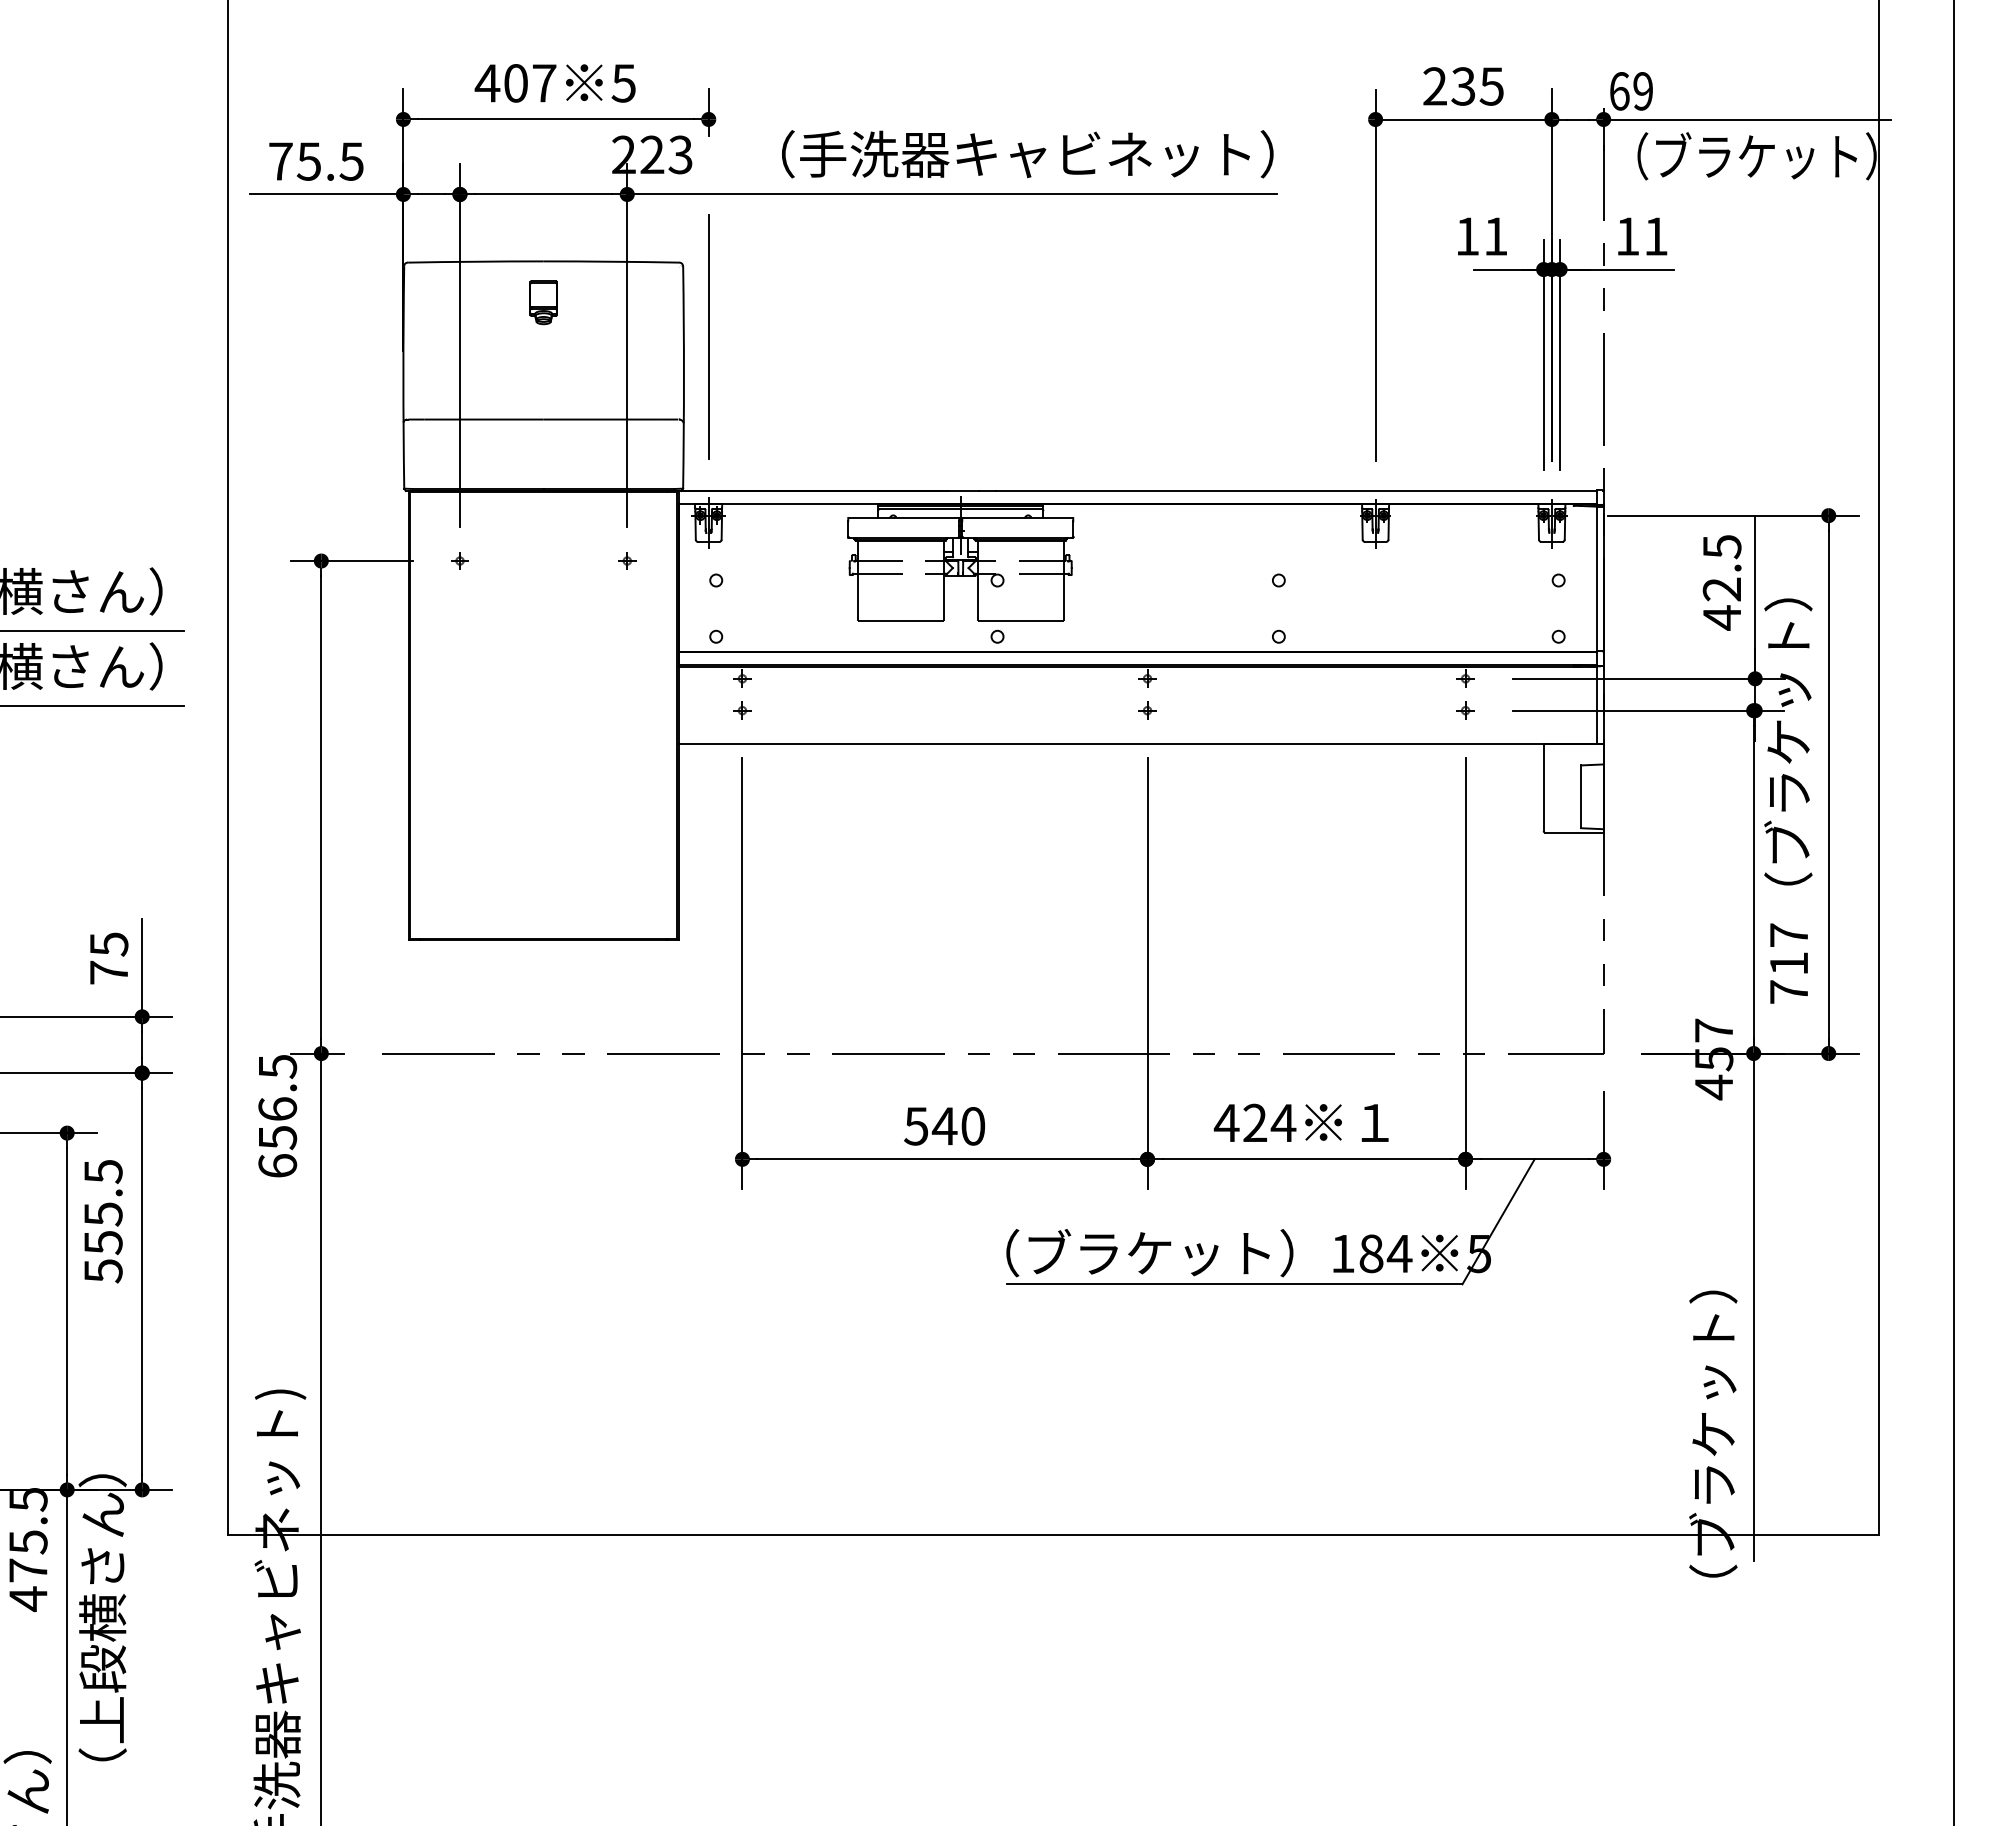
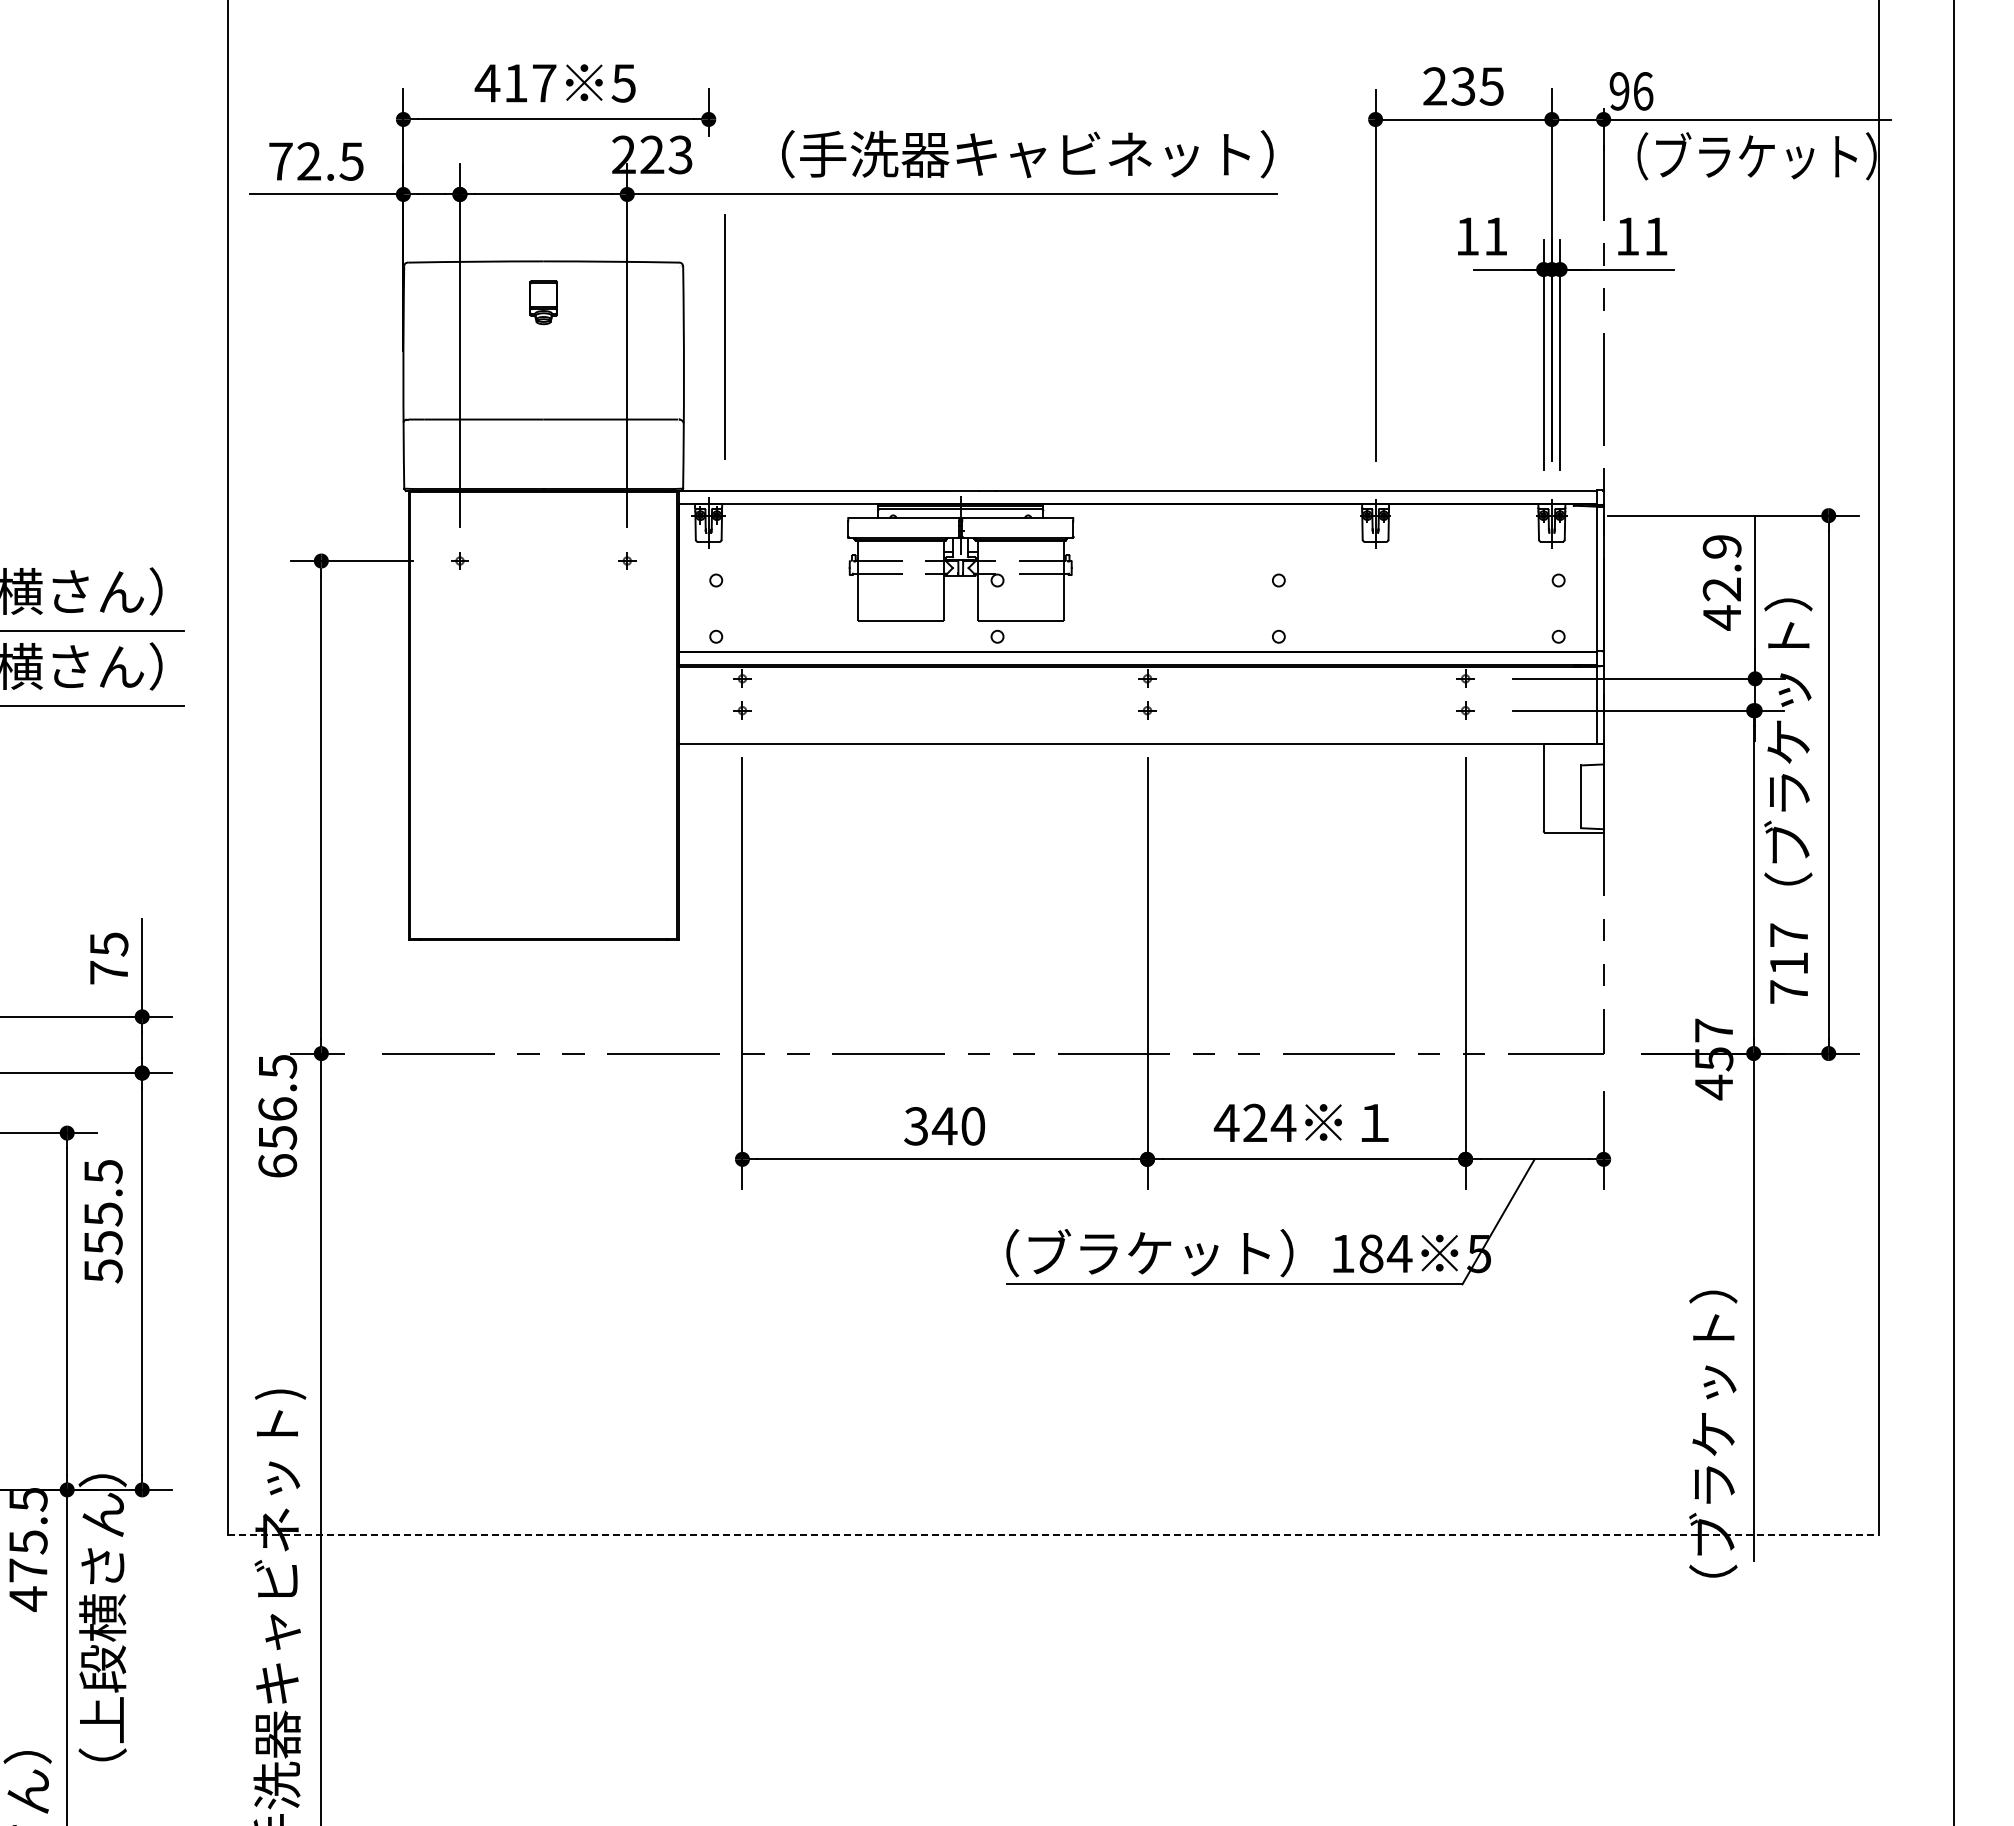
text at (515, 83): 407 -> 417
text at (1631, 91): 69 -> 96
text at (308, 161): 75.5 -> 72.5
line at (708, 336) position: (708, 336) -> (724, 336)
text at (1721, 547): 42.5 -> 42.9
text at (916, 1126): 540 -> 340
line at (1053, 1534): solid -> dashed
